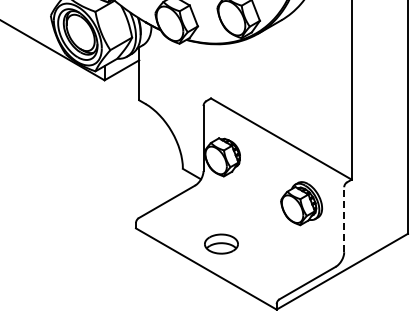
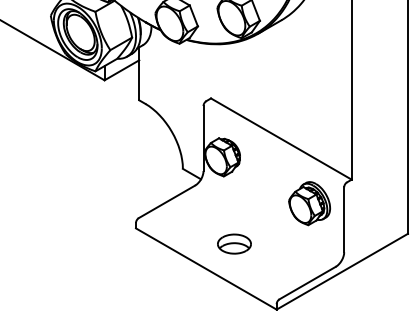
part at (301, 203) position: (301, 203) -> (309, 203)
line at (344, 219): dashed -> solid
part at (221, 243) position: (221, 243) -> (234, 243)
